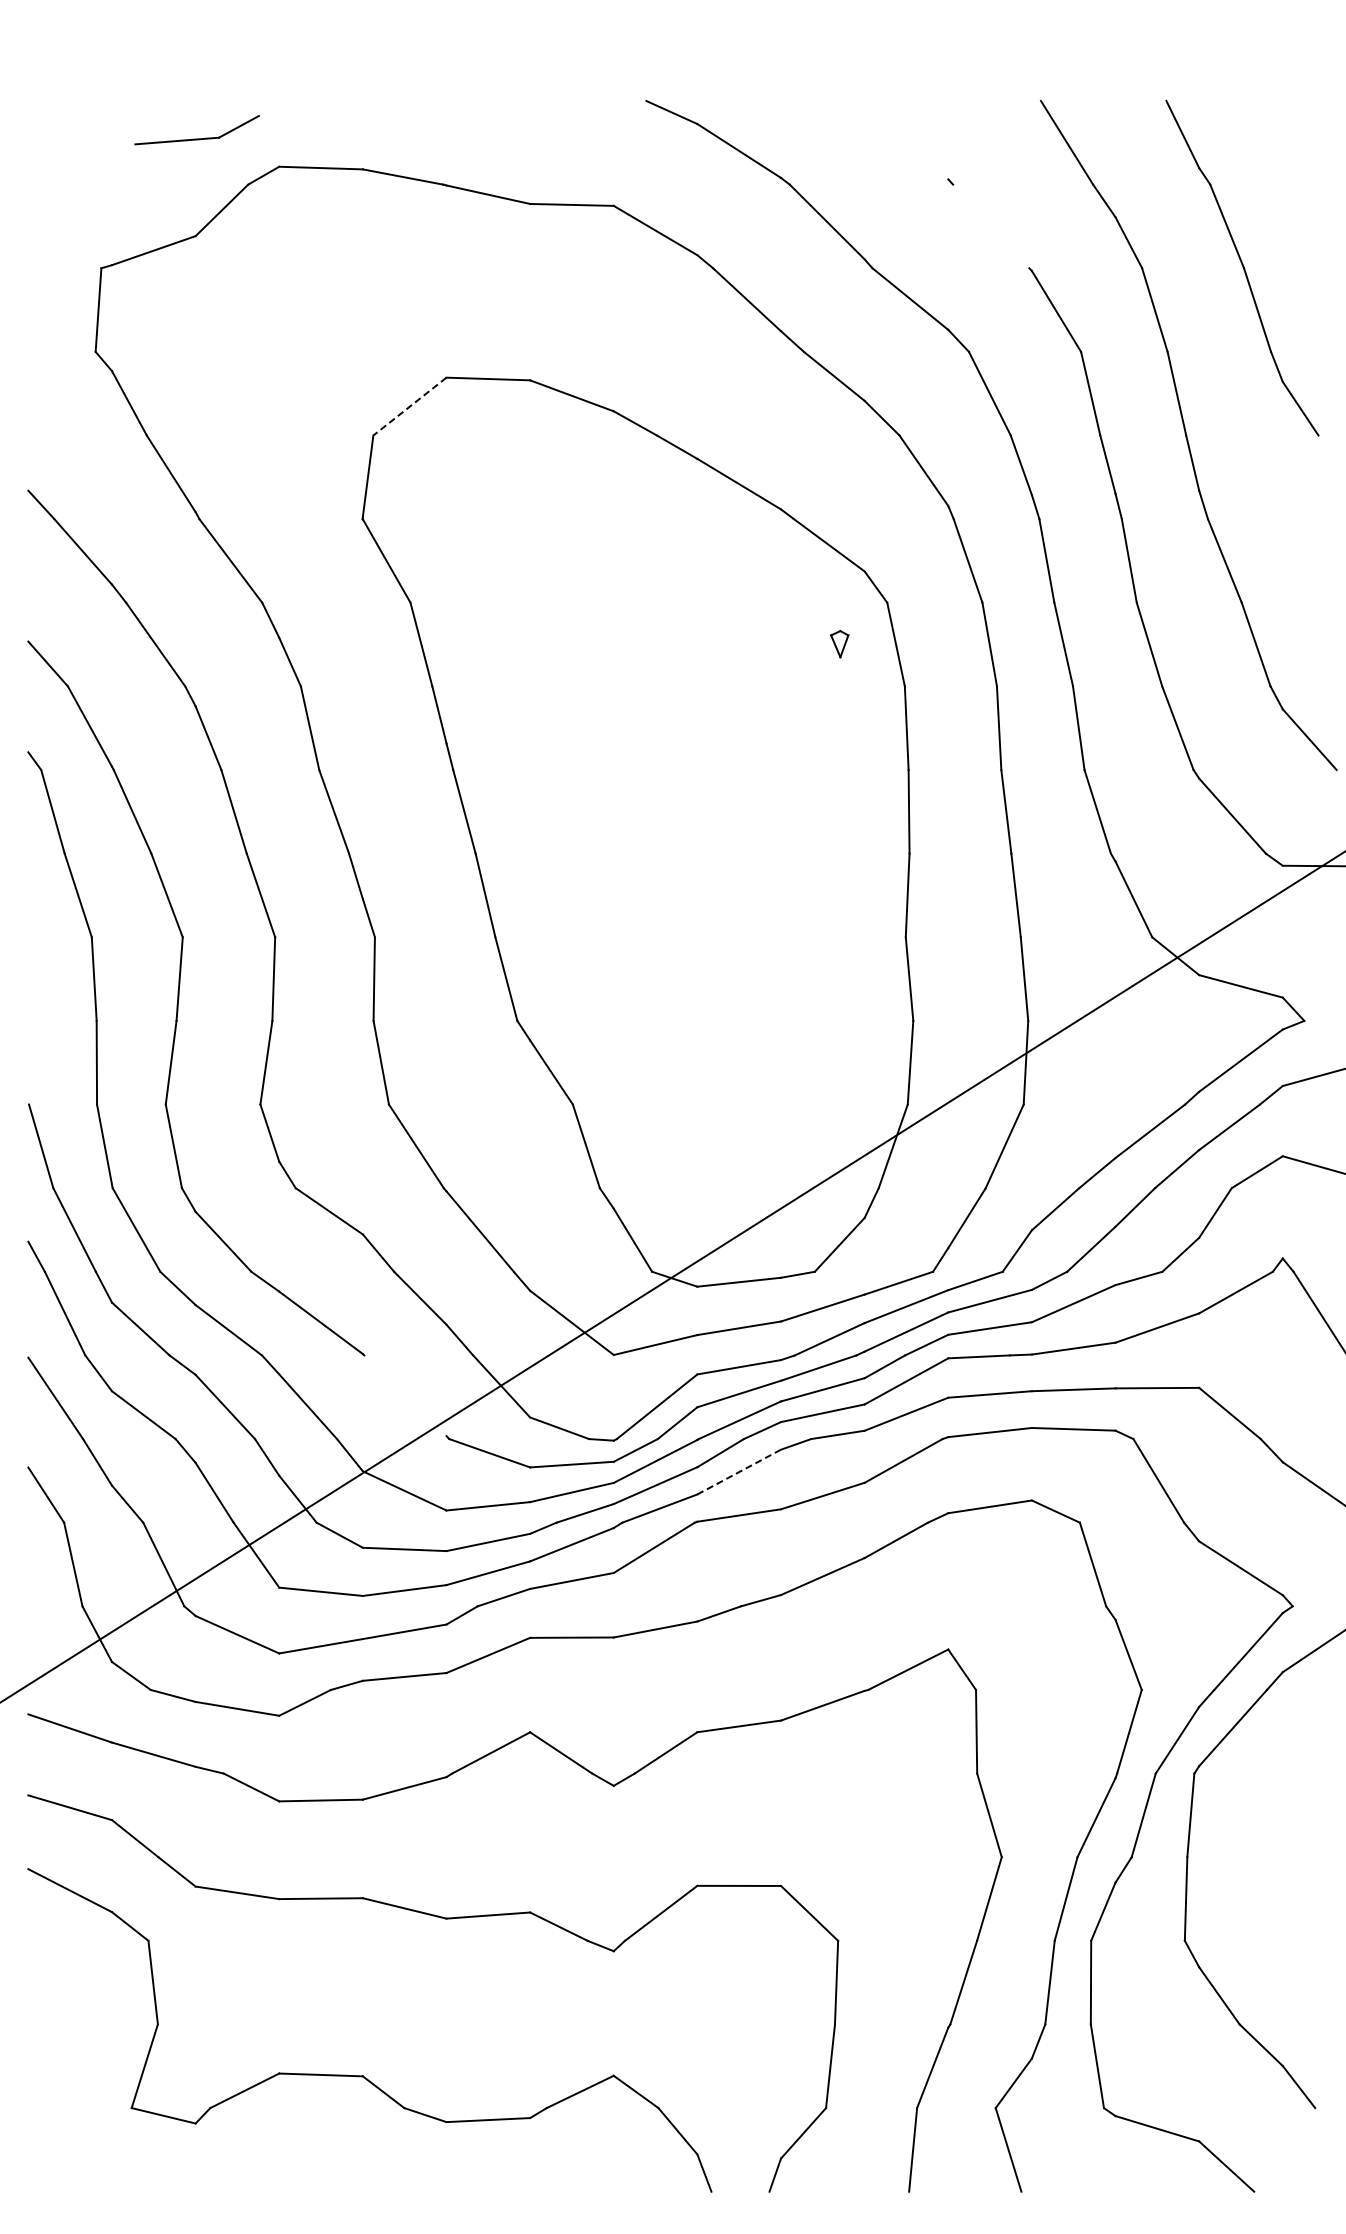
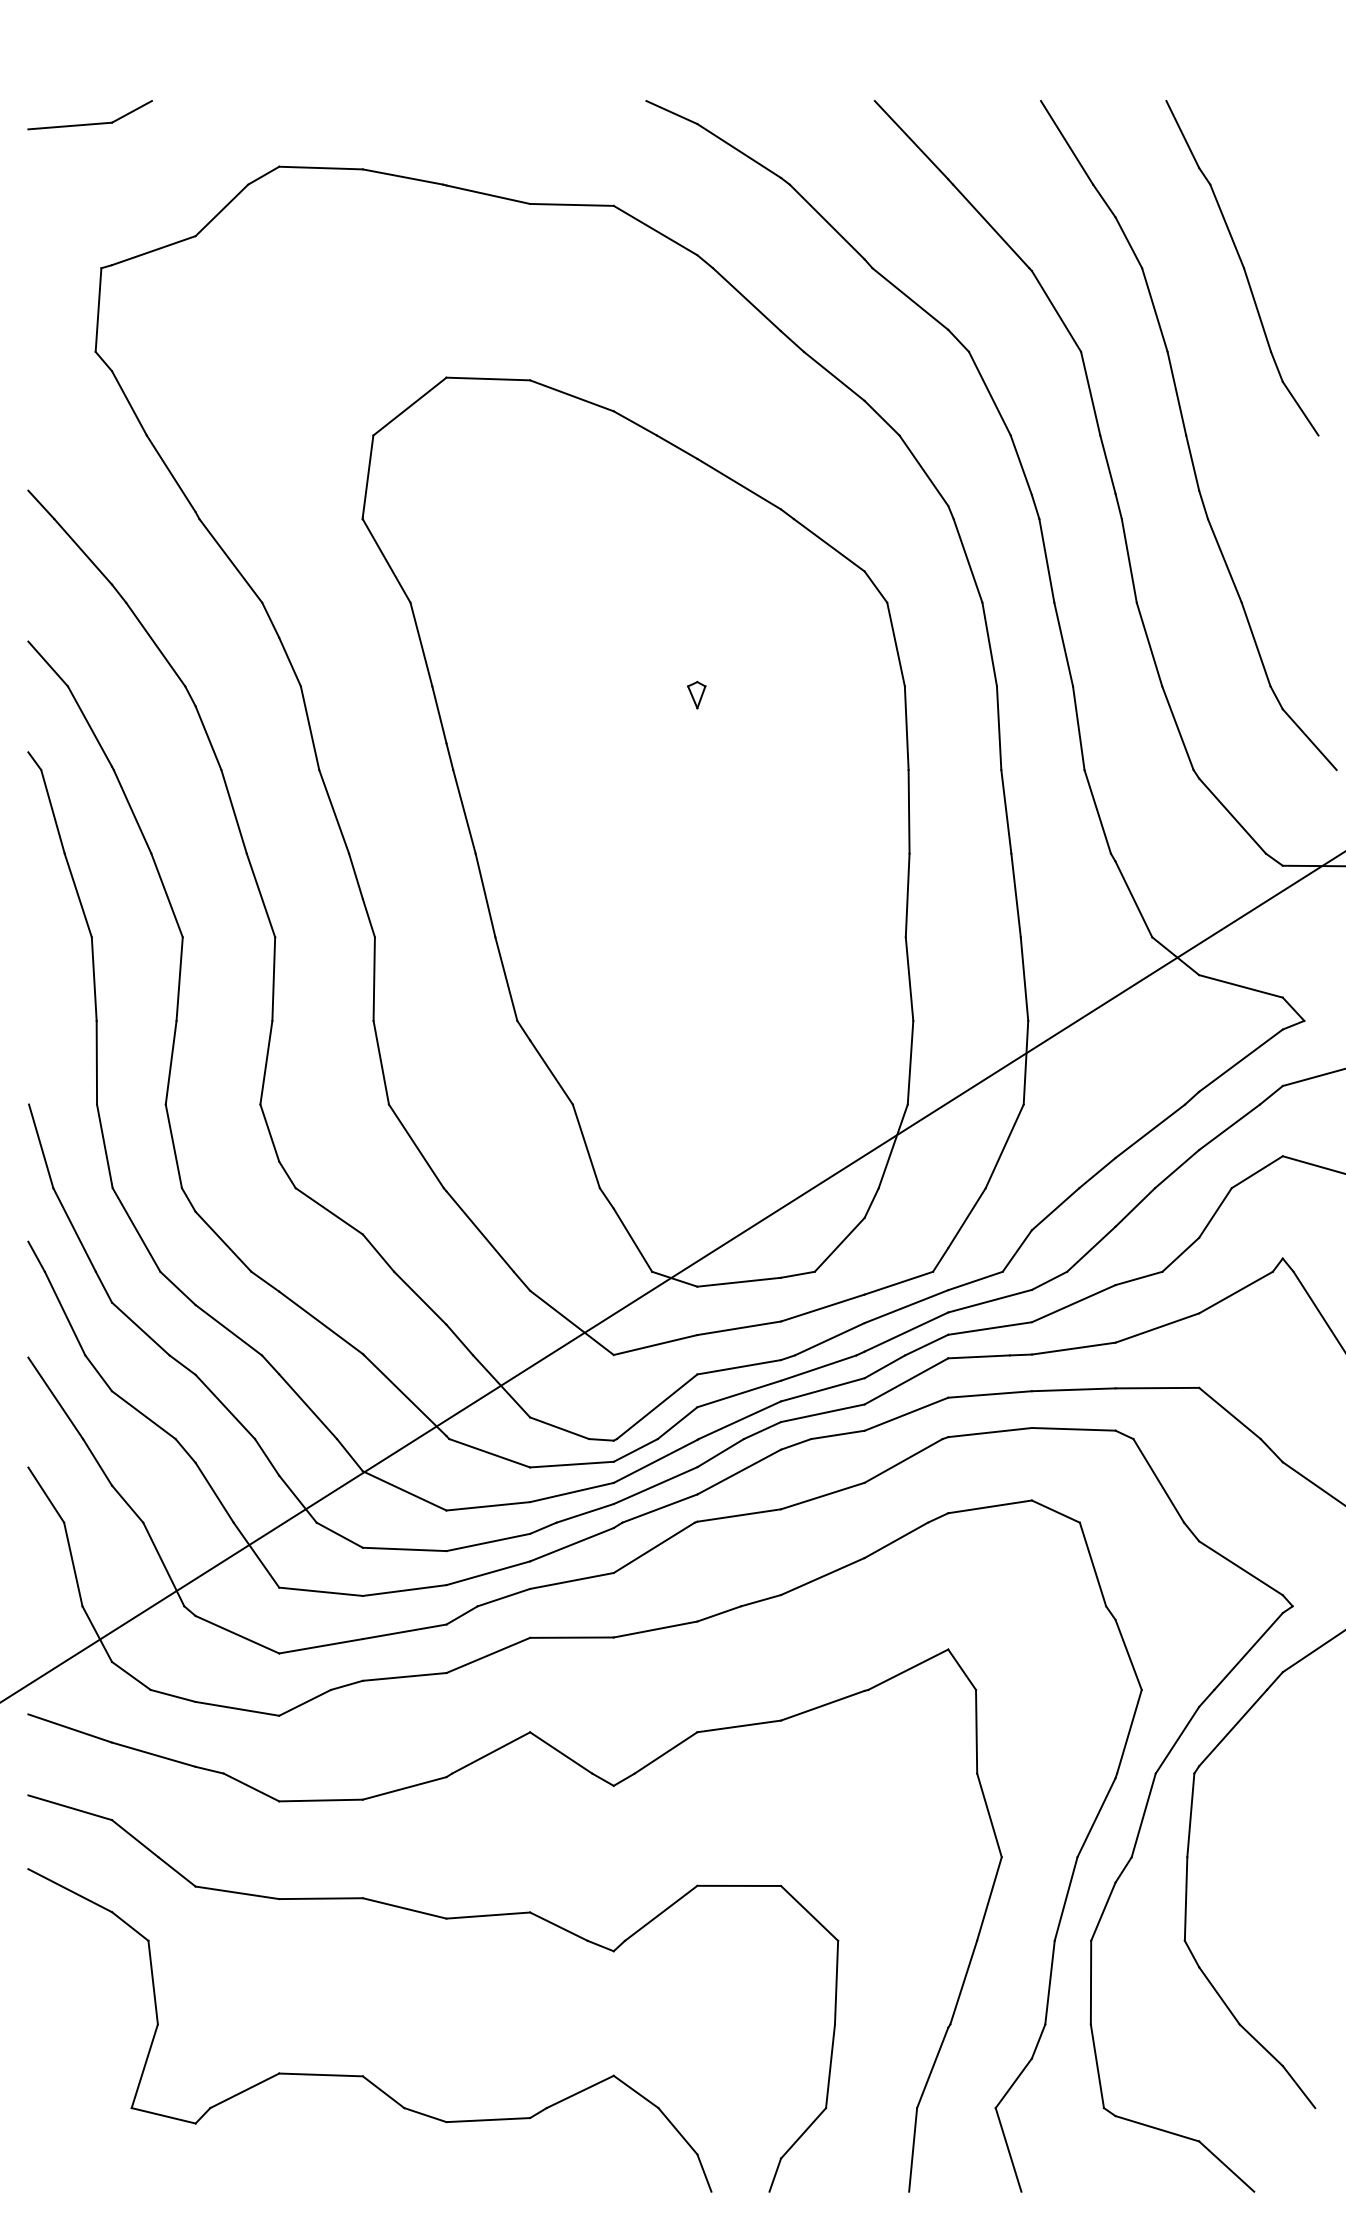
part at (196, 138) position: (196, 138) -> (89, 123)
line at (911, 140): none -> present
line at (991, 226): none -> present
line at (409, 406): dashed -> solid
part at (839, 644) position: (839, 644) -> (696, 695)
line at (405, 1395): none -> present
line at (738, 1472): dashed -> solid
